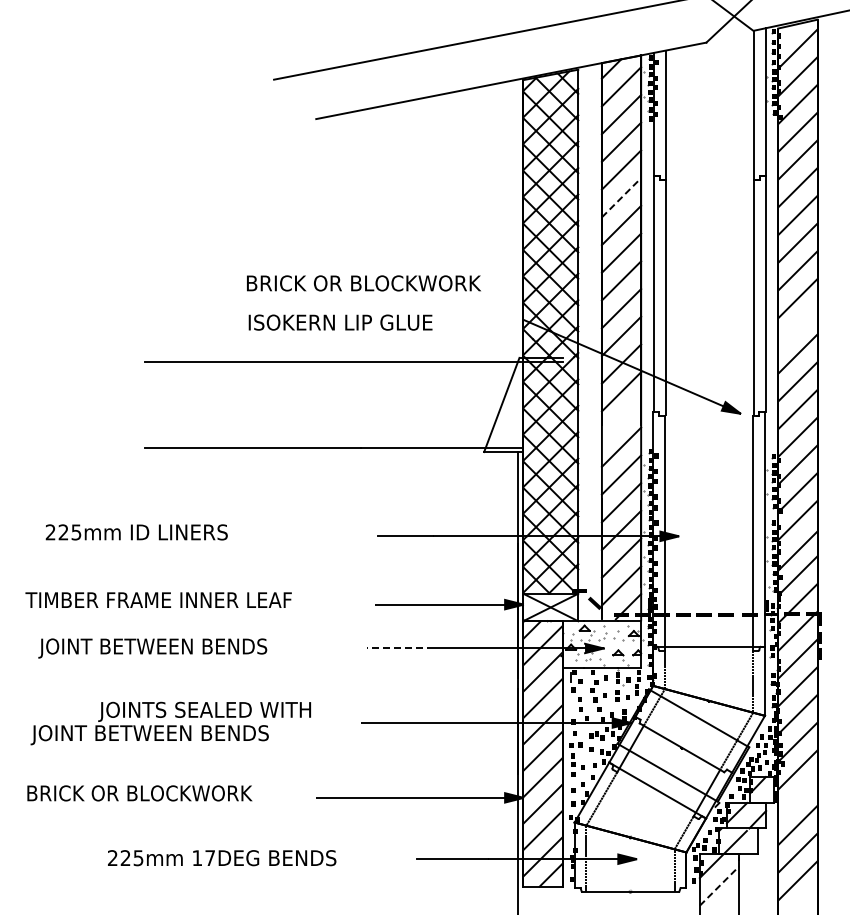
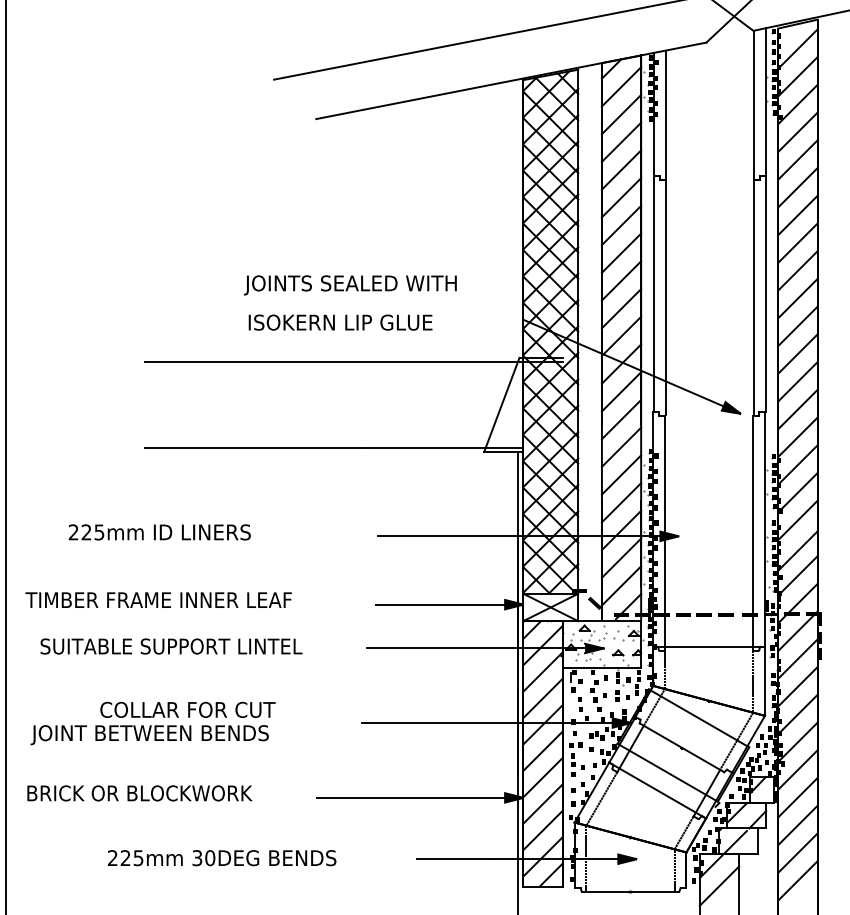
line at (621, 197): dashed -> solid
text at (361, 285): BRICK OR BLOCKWORK -> JOINTS SEALED WITH
line at (797, 325): none -> present
line at (621, 419): none -> present
line at (5, 456): none -> present
text at (136, 532) position: (136, 532) -> (159, 532)
text at (170, 648): JOINT BETWEEN BENDS -> SUITABLE SUPPORT LINTEL
line at (400, 648): dashed -> solid
text at (204, 711): JOINTS SEALED WITH -> COLLAR FOR CUT
line at (797, 797): none -> present
text at (203, 858): 17DEG -> 30DEG
line at (719, 886): dashed -> solid
